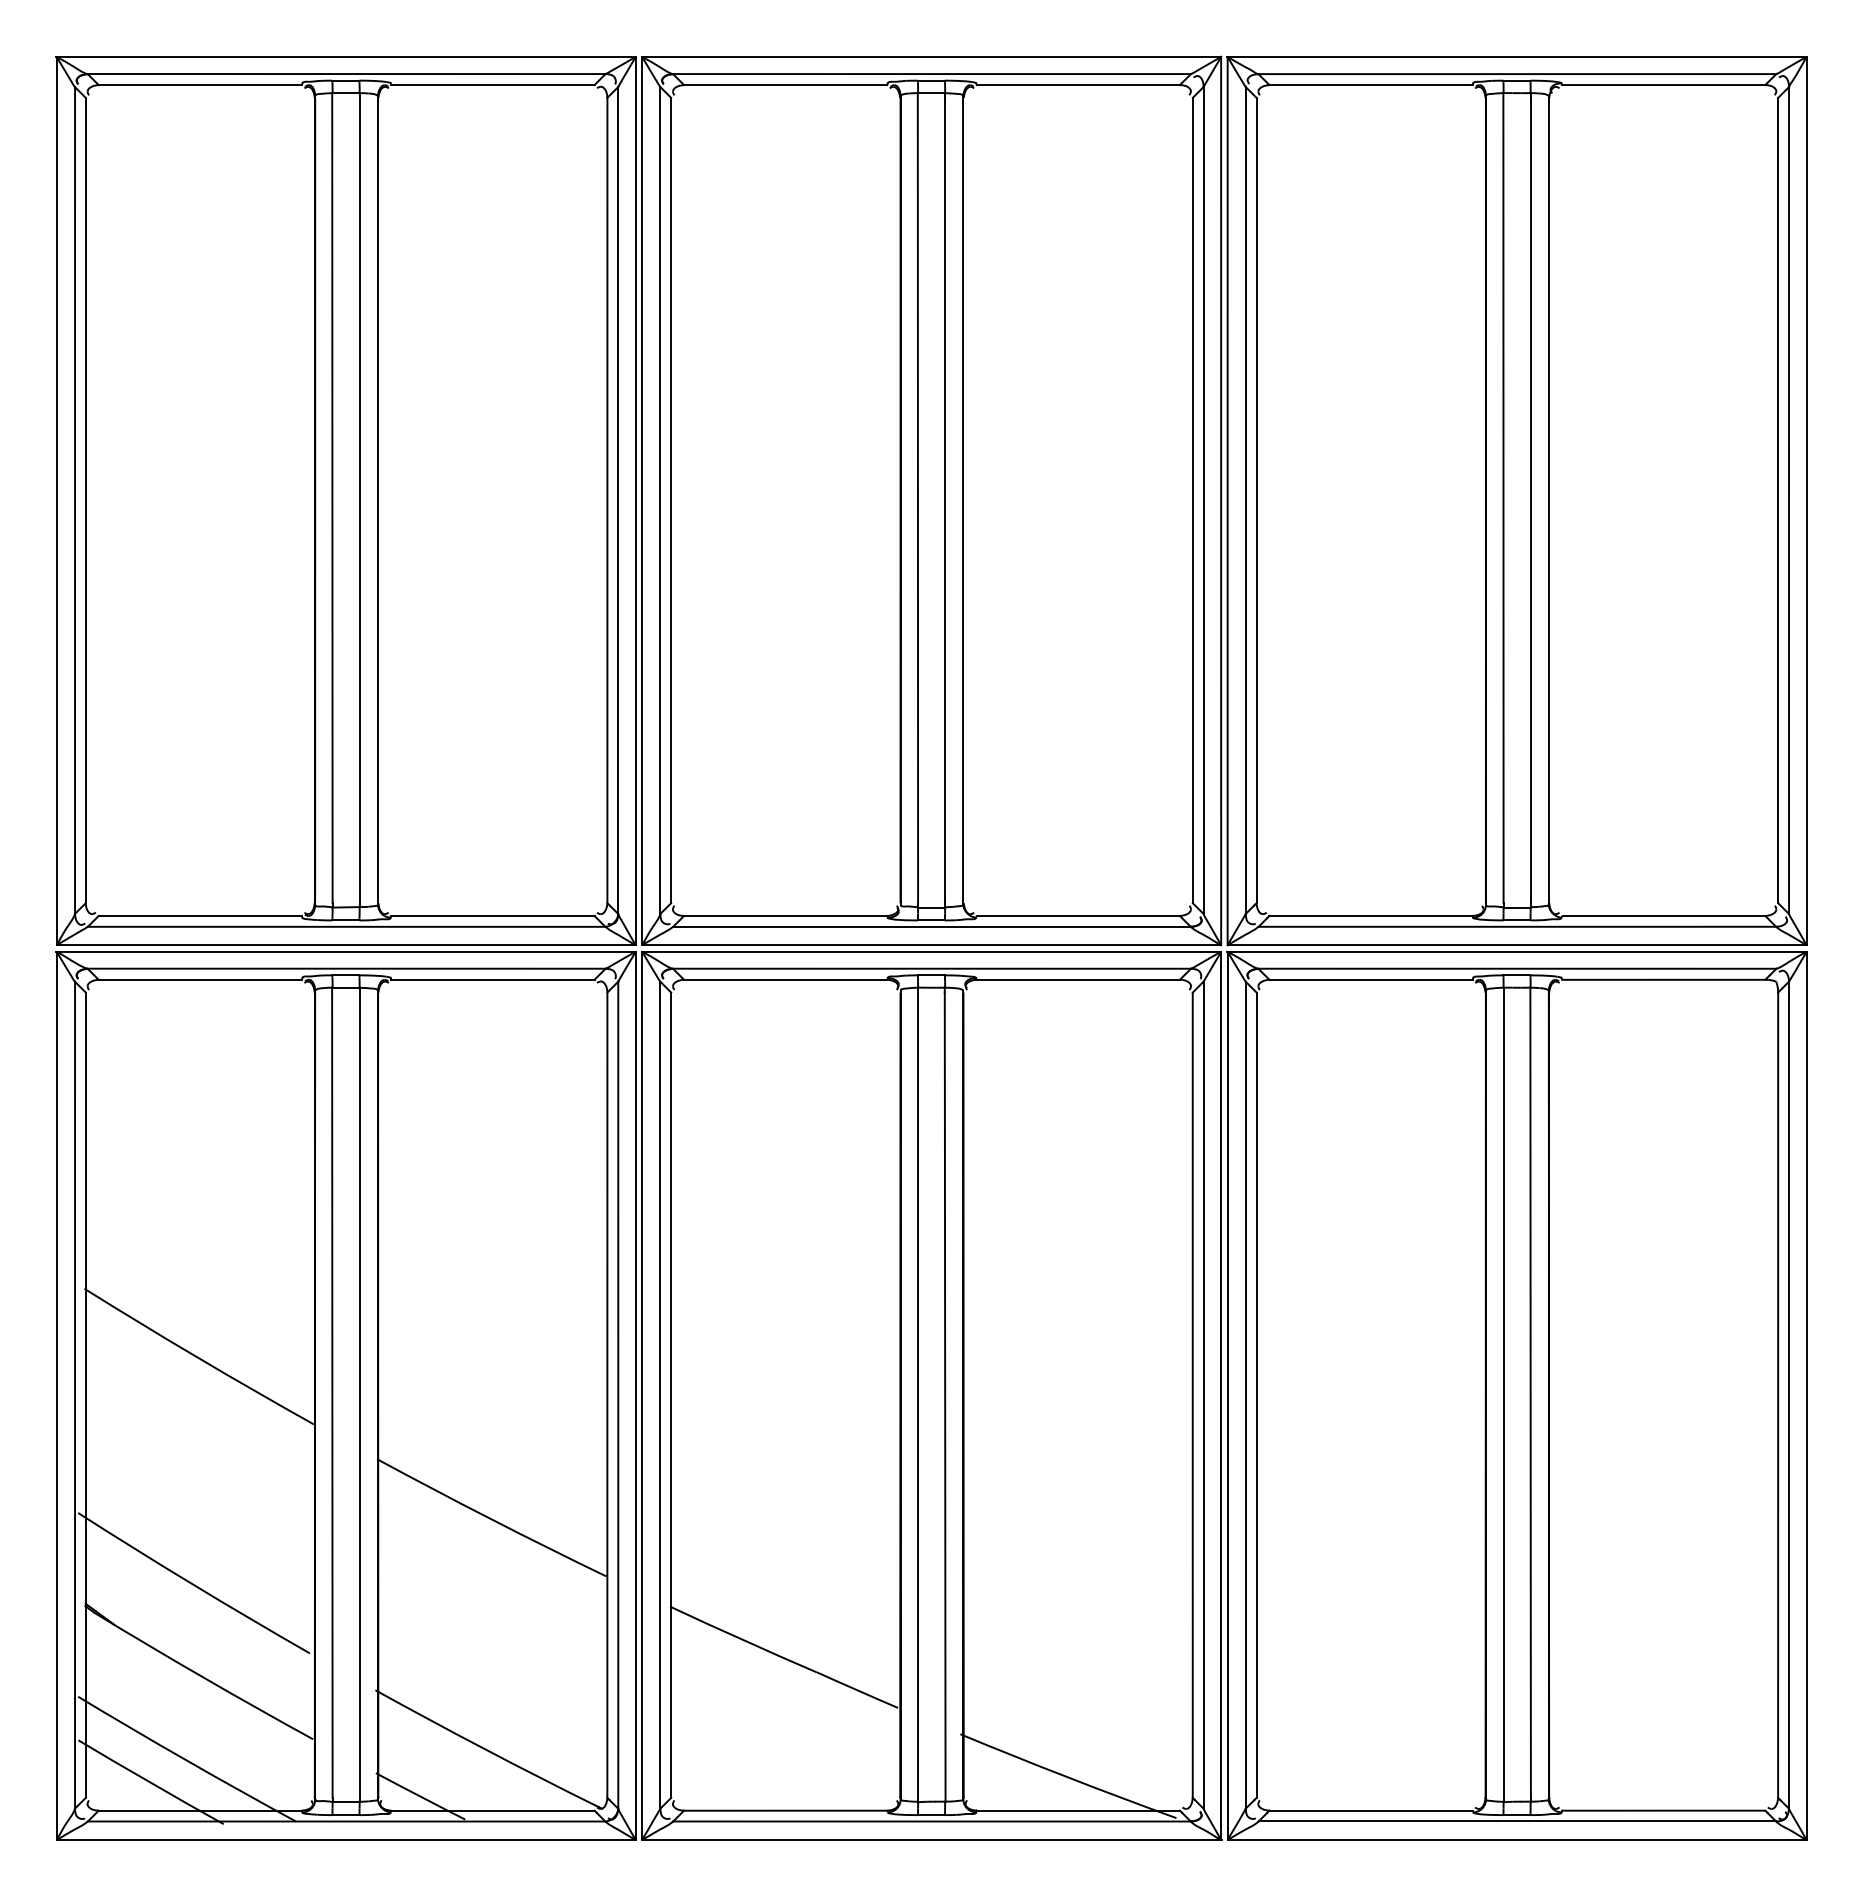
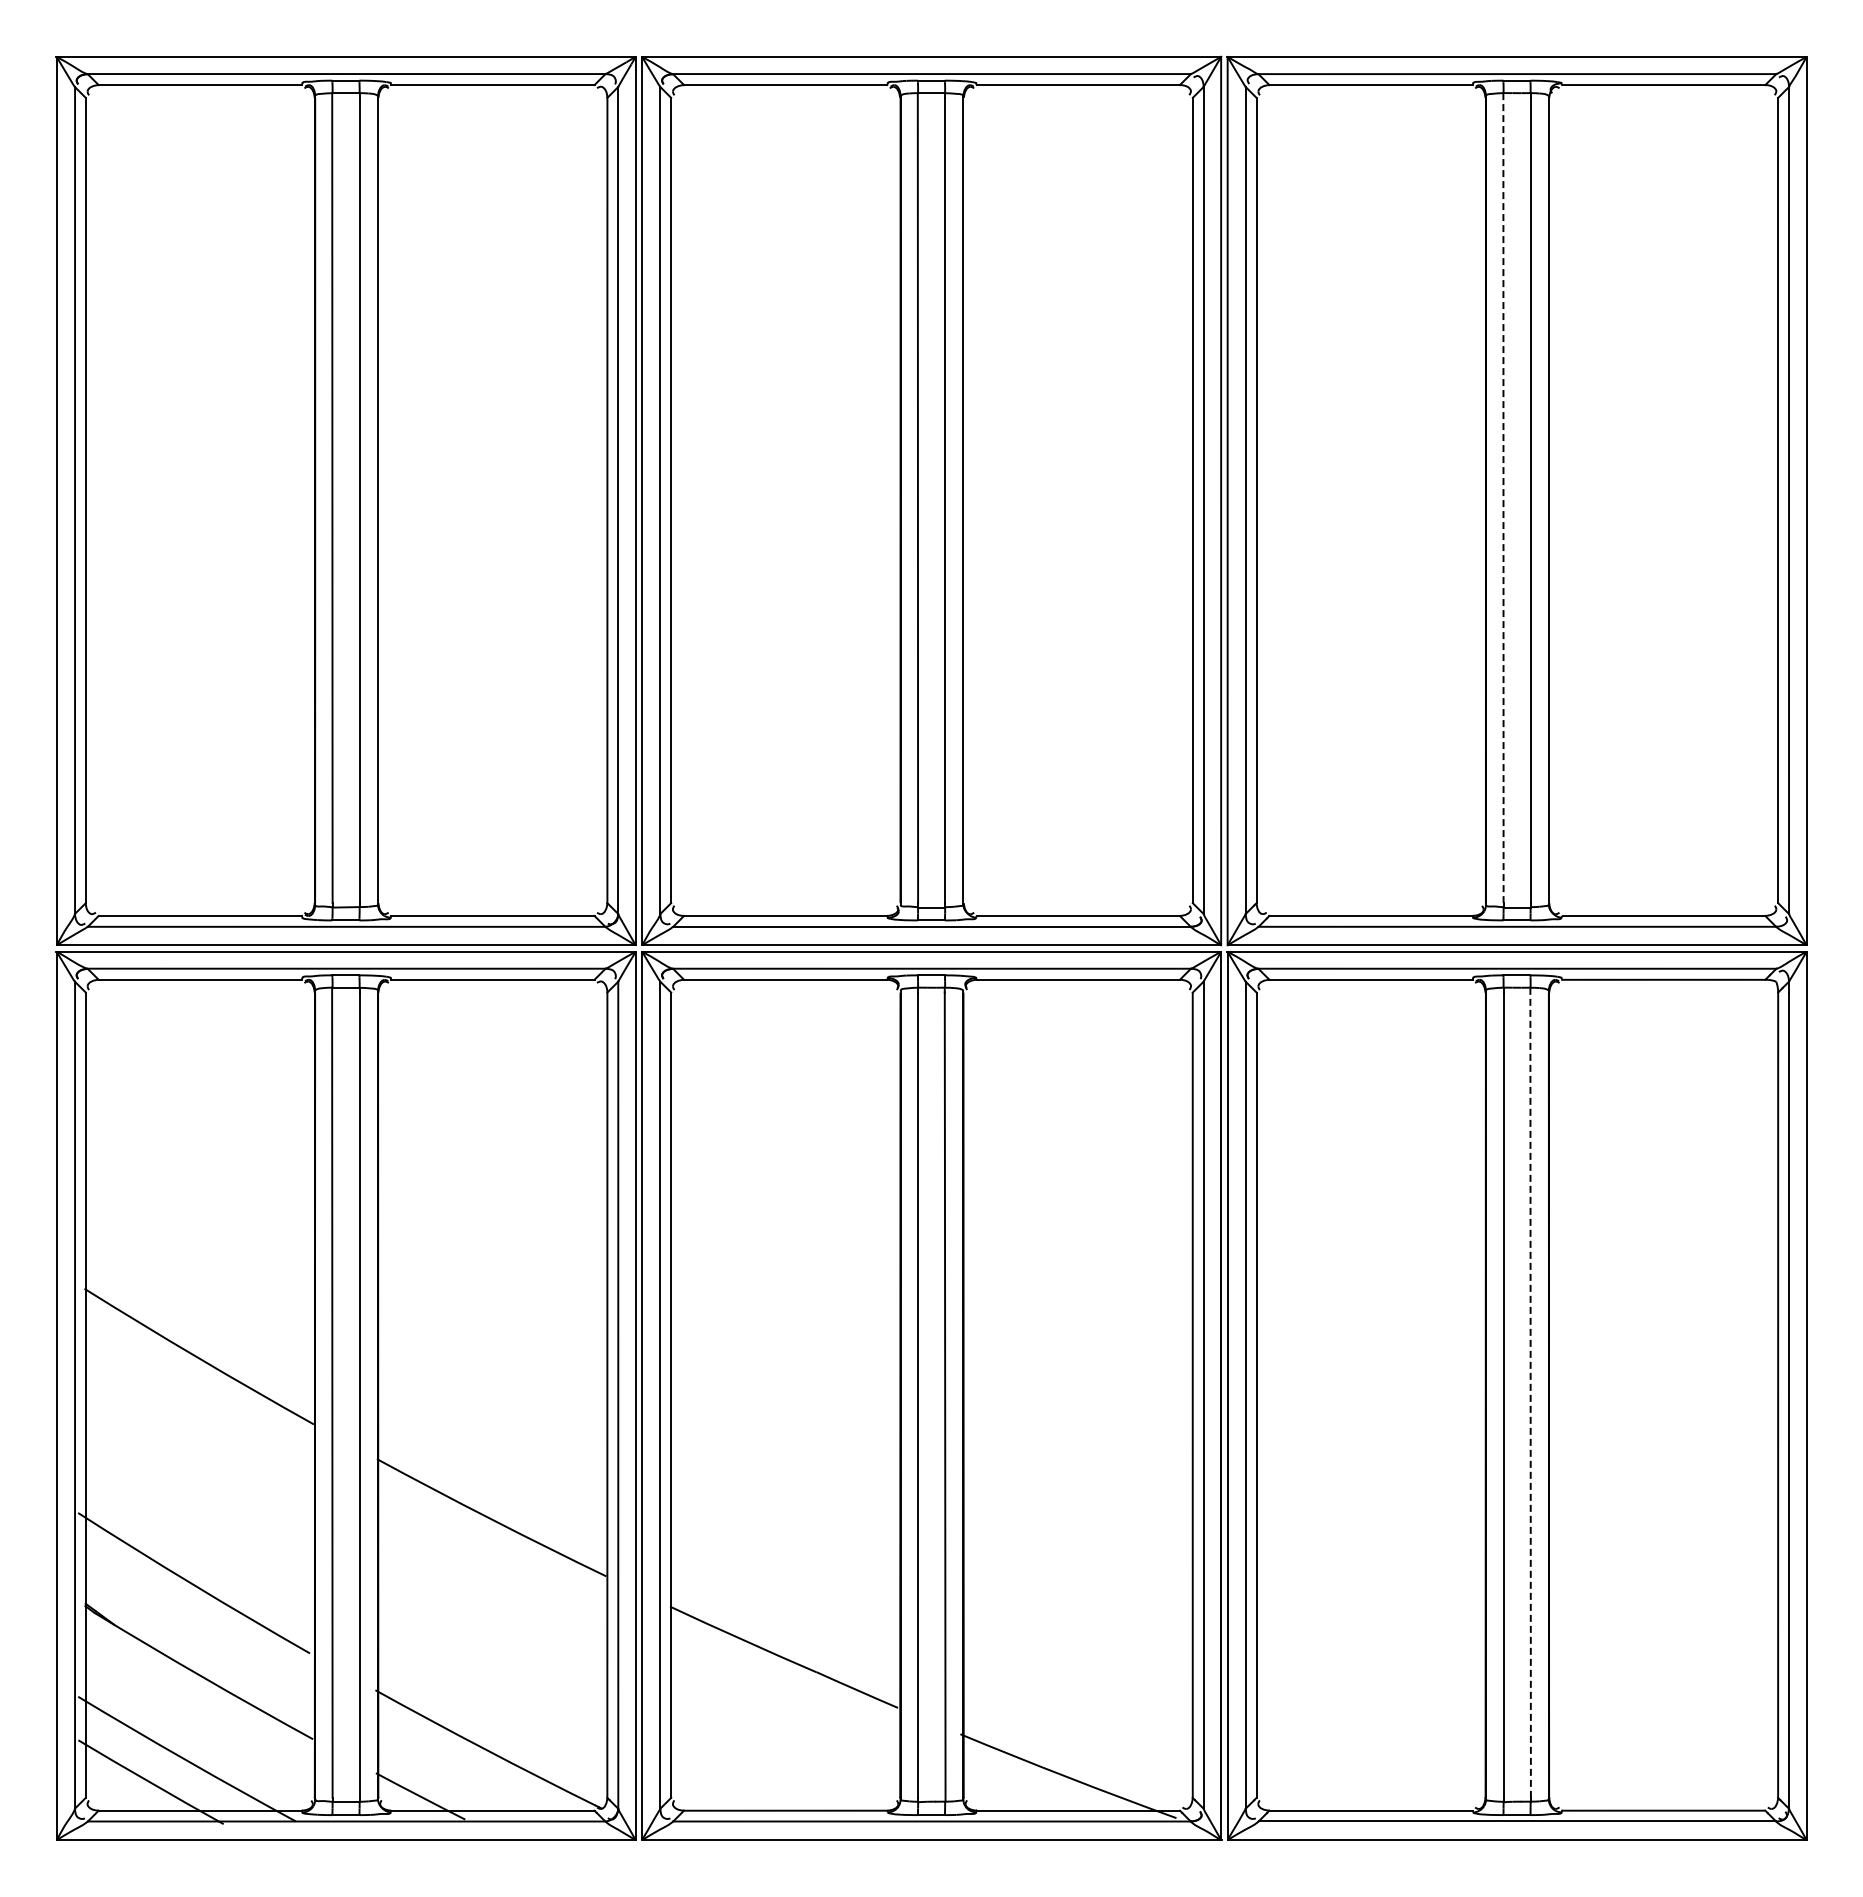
line at (1503, 498): solid -> dashed
line at (1530, 1392): solid -> dashed
